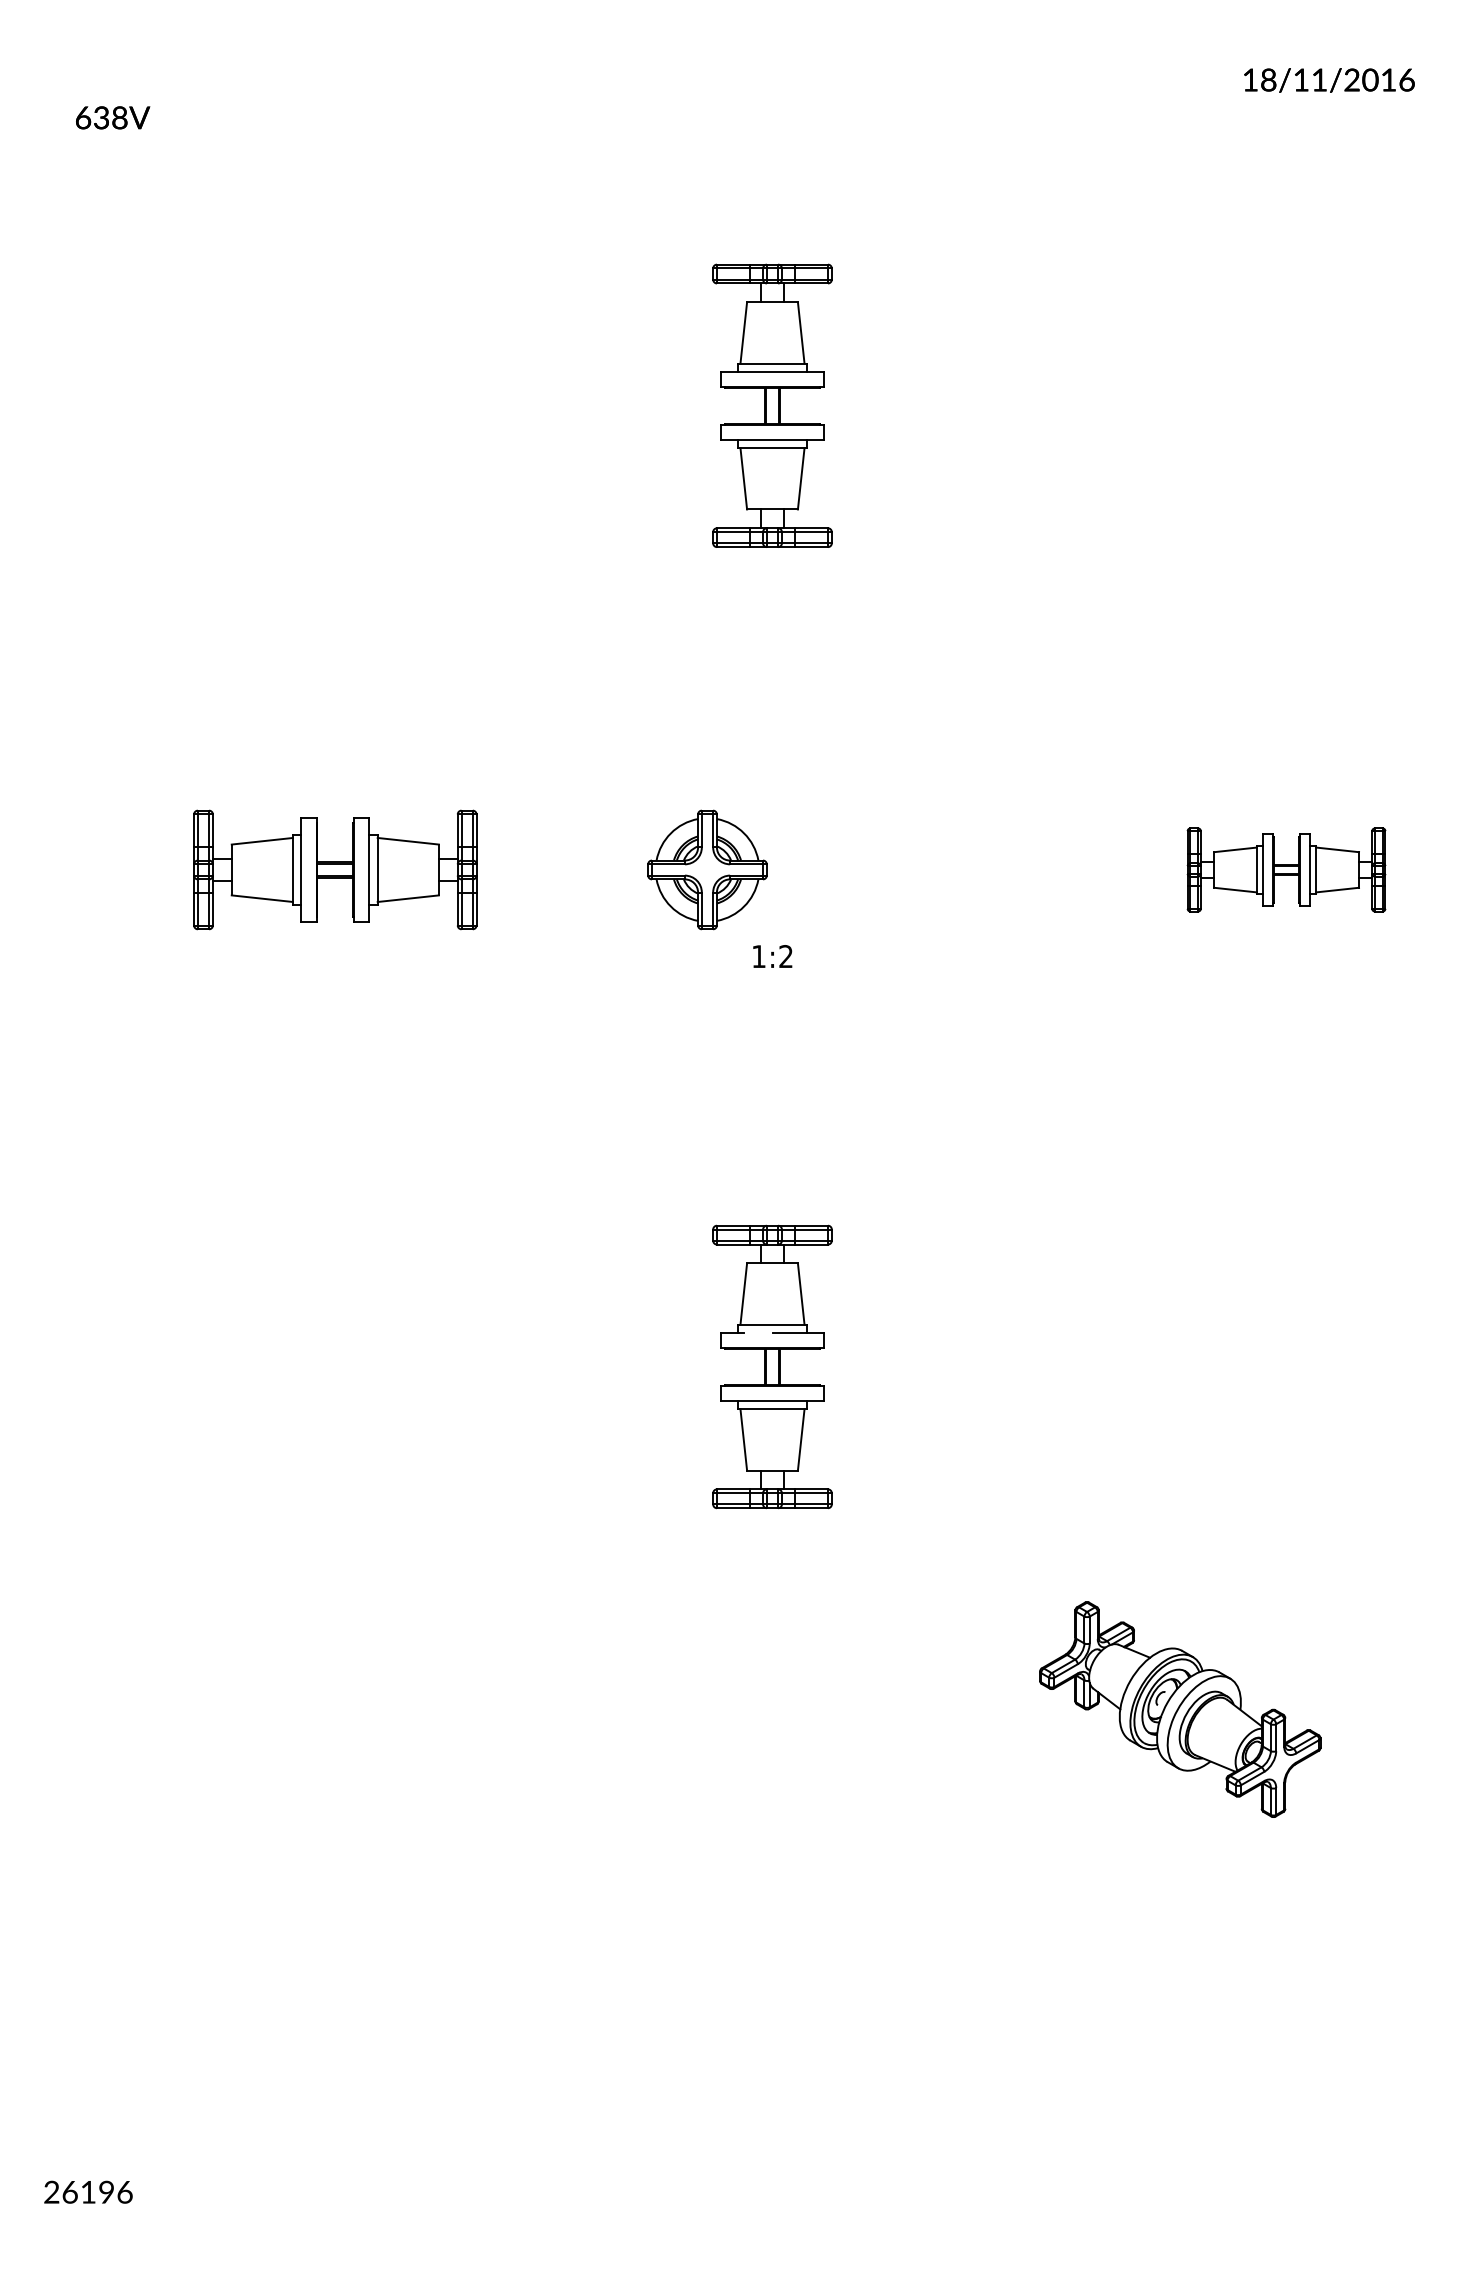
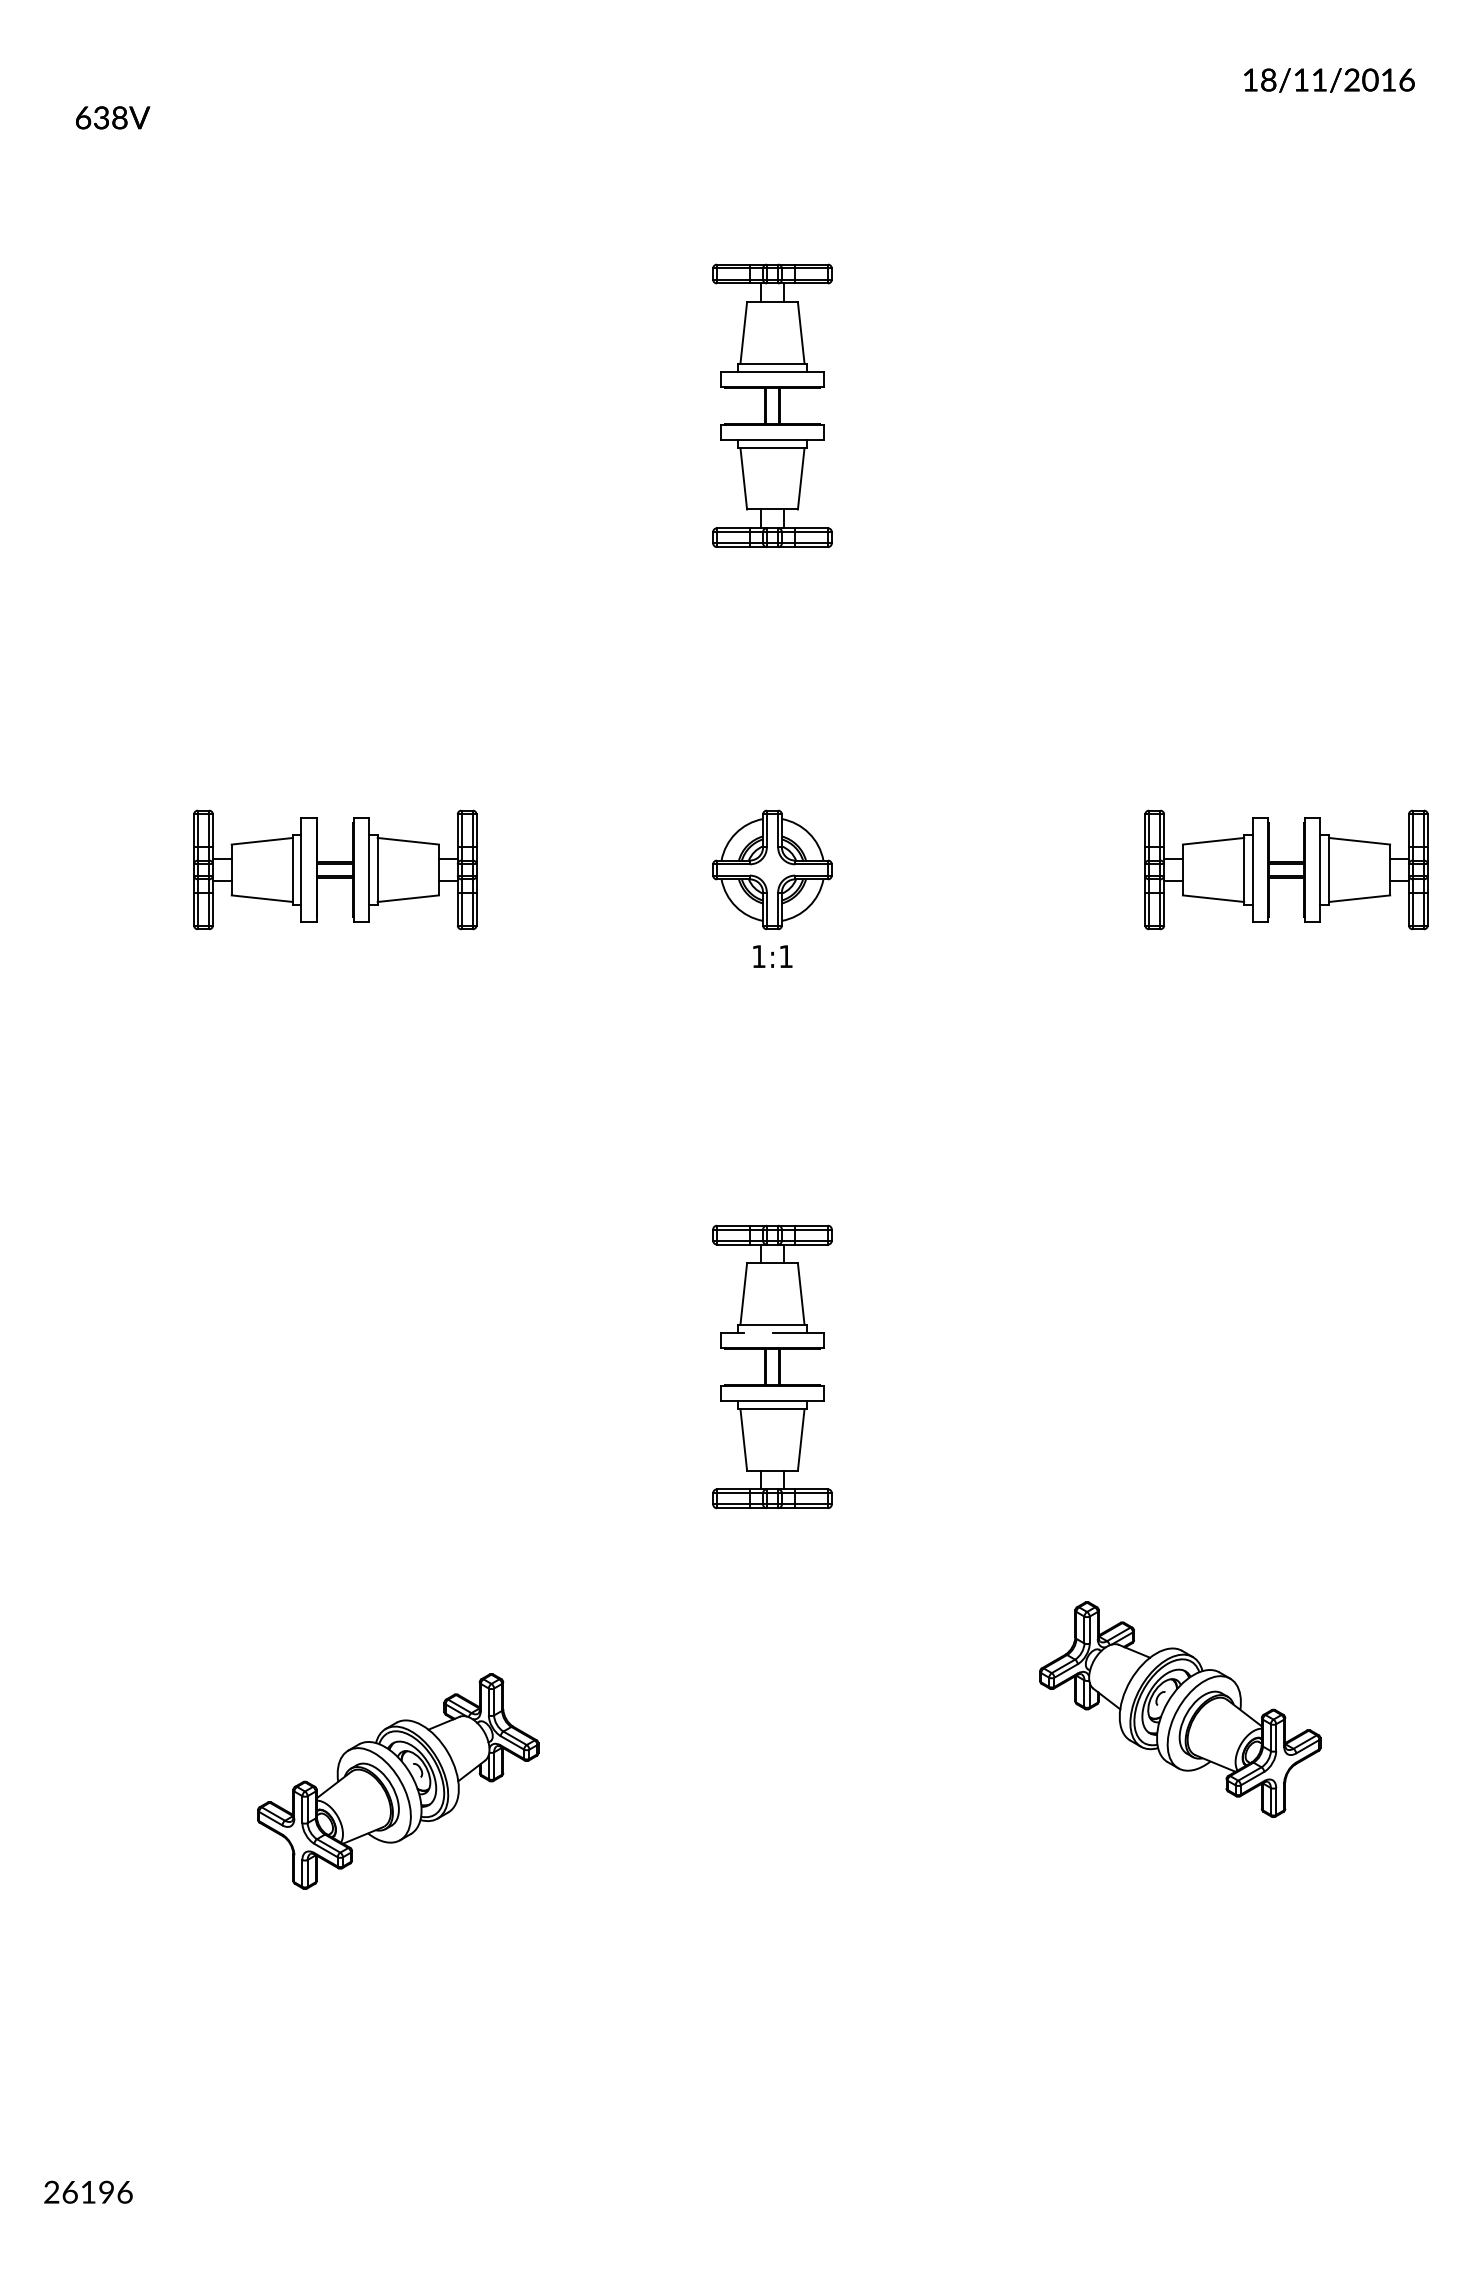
part at (707, 869) position: (707, 869) -> (772, 869)
part at (1286, 869) size: 201x86 px -> 285x122 px
text at (785, 956): 1:2 -> 1:1
part at (398, 1781): none -> present
